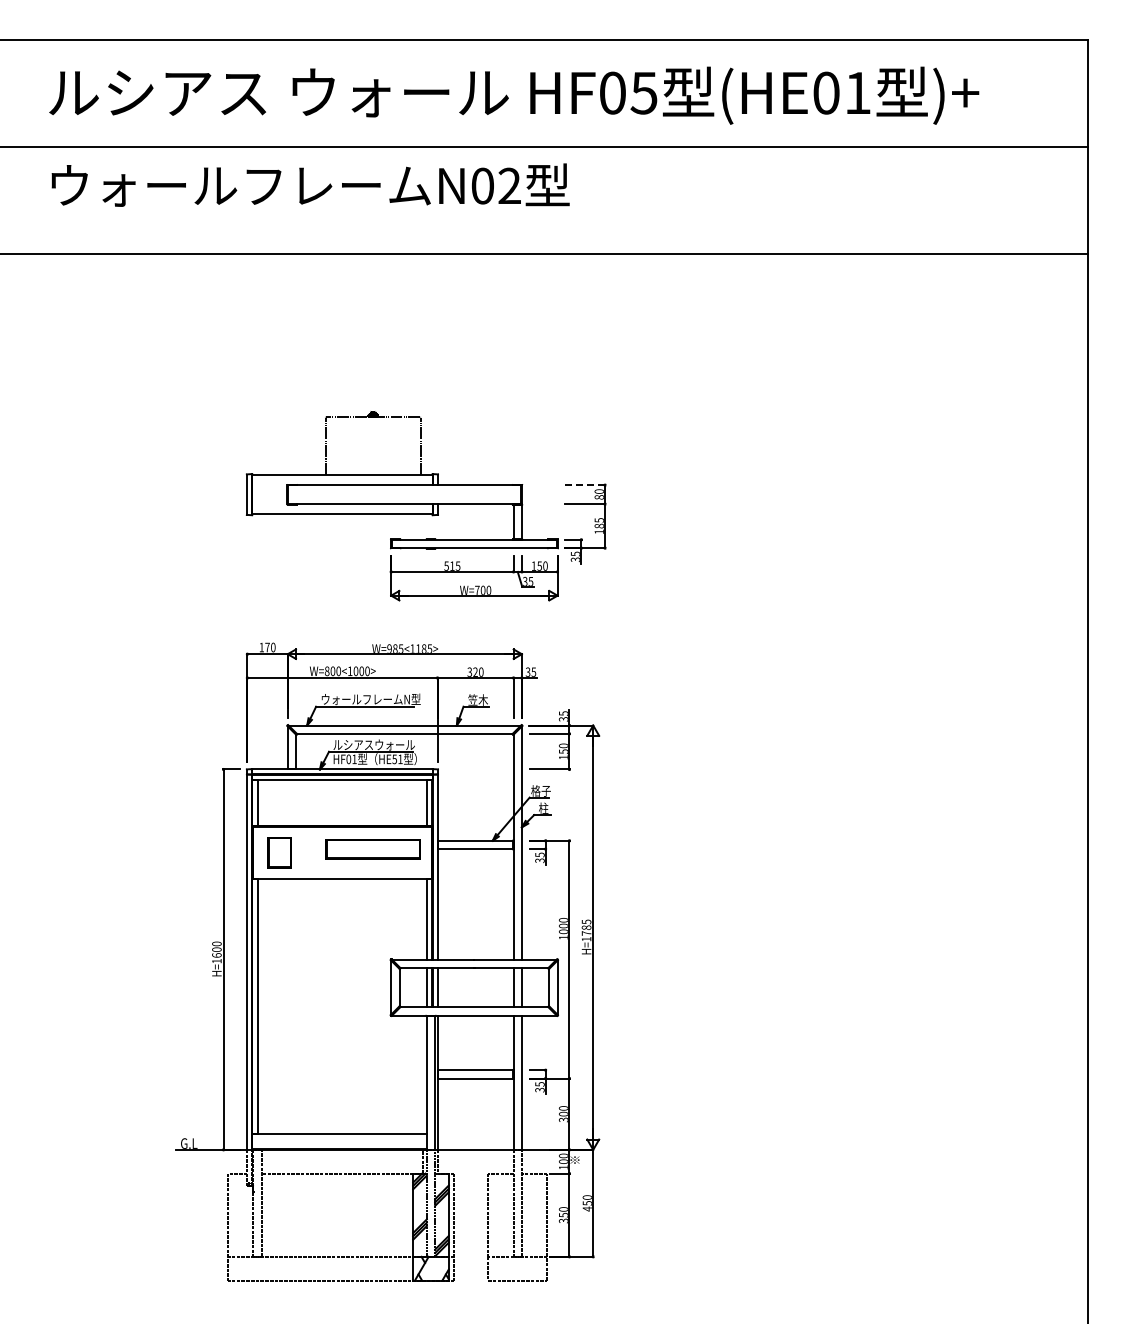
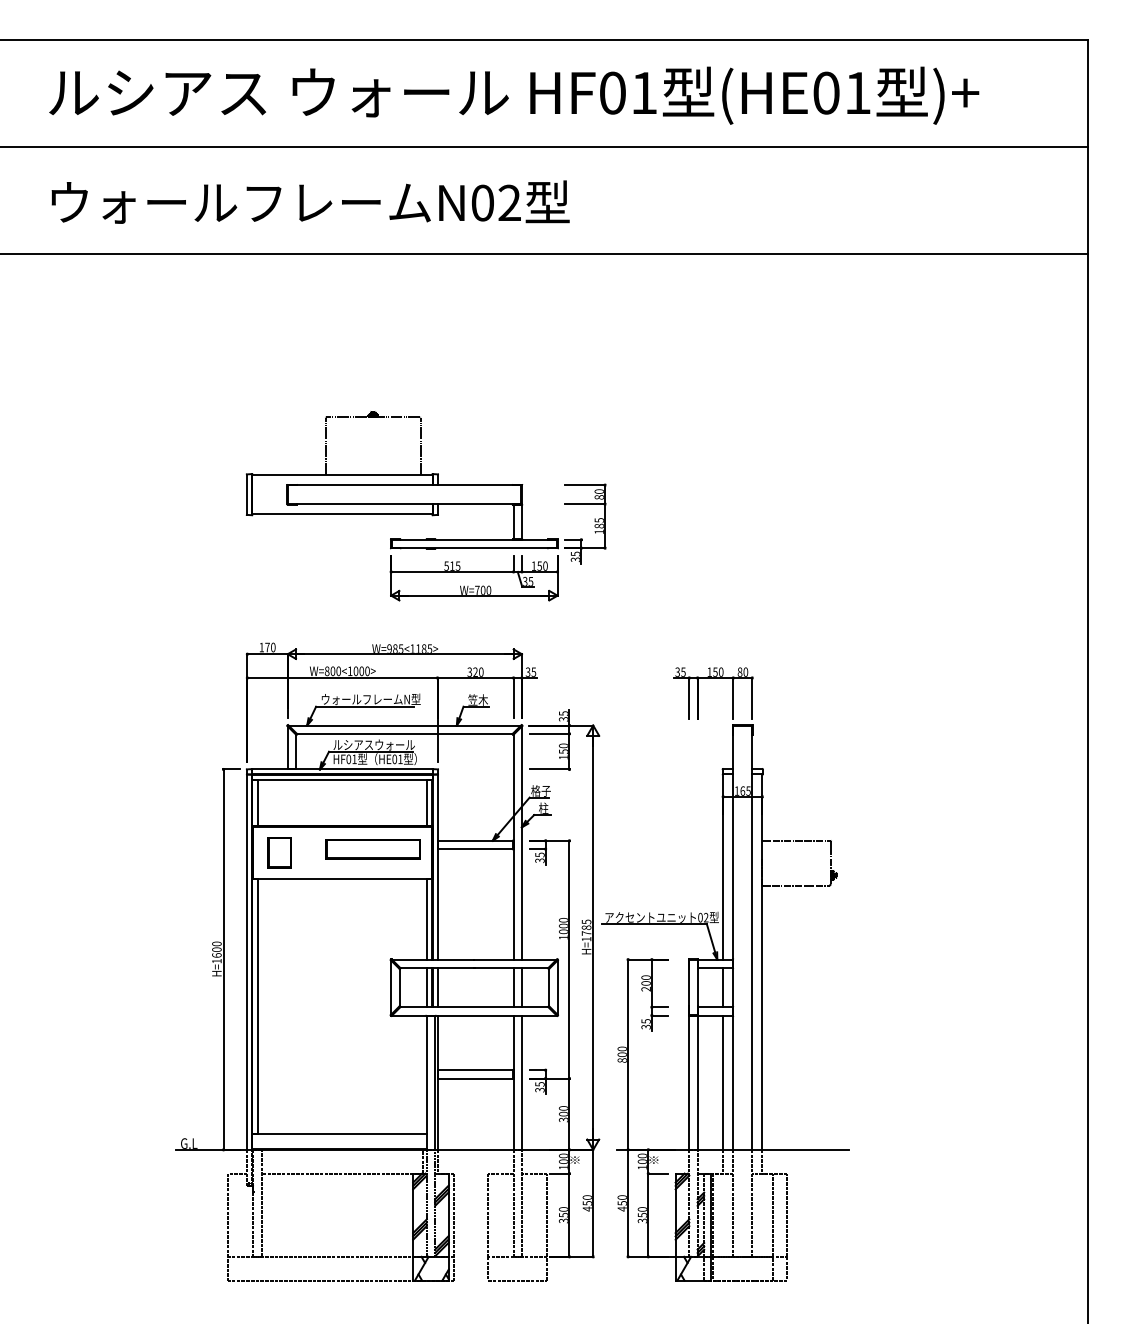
text at (643, 93): HF05 -> HF01
text at (310, 184) position: (310, 184) -> (310, 201)
line at (585, 485): dashed -> solid
text at (394, 758): HE51 -> HE01
part at (725, 974): none -> present
